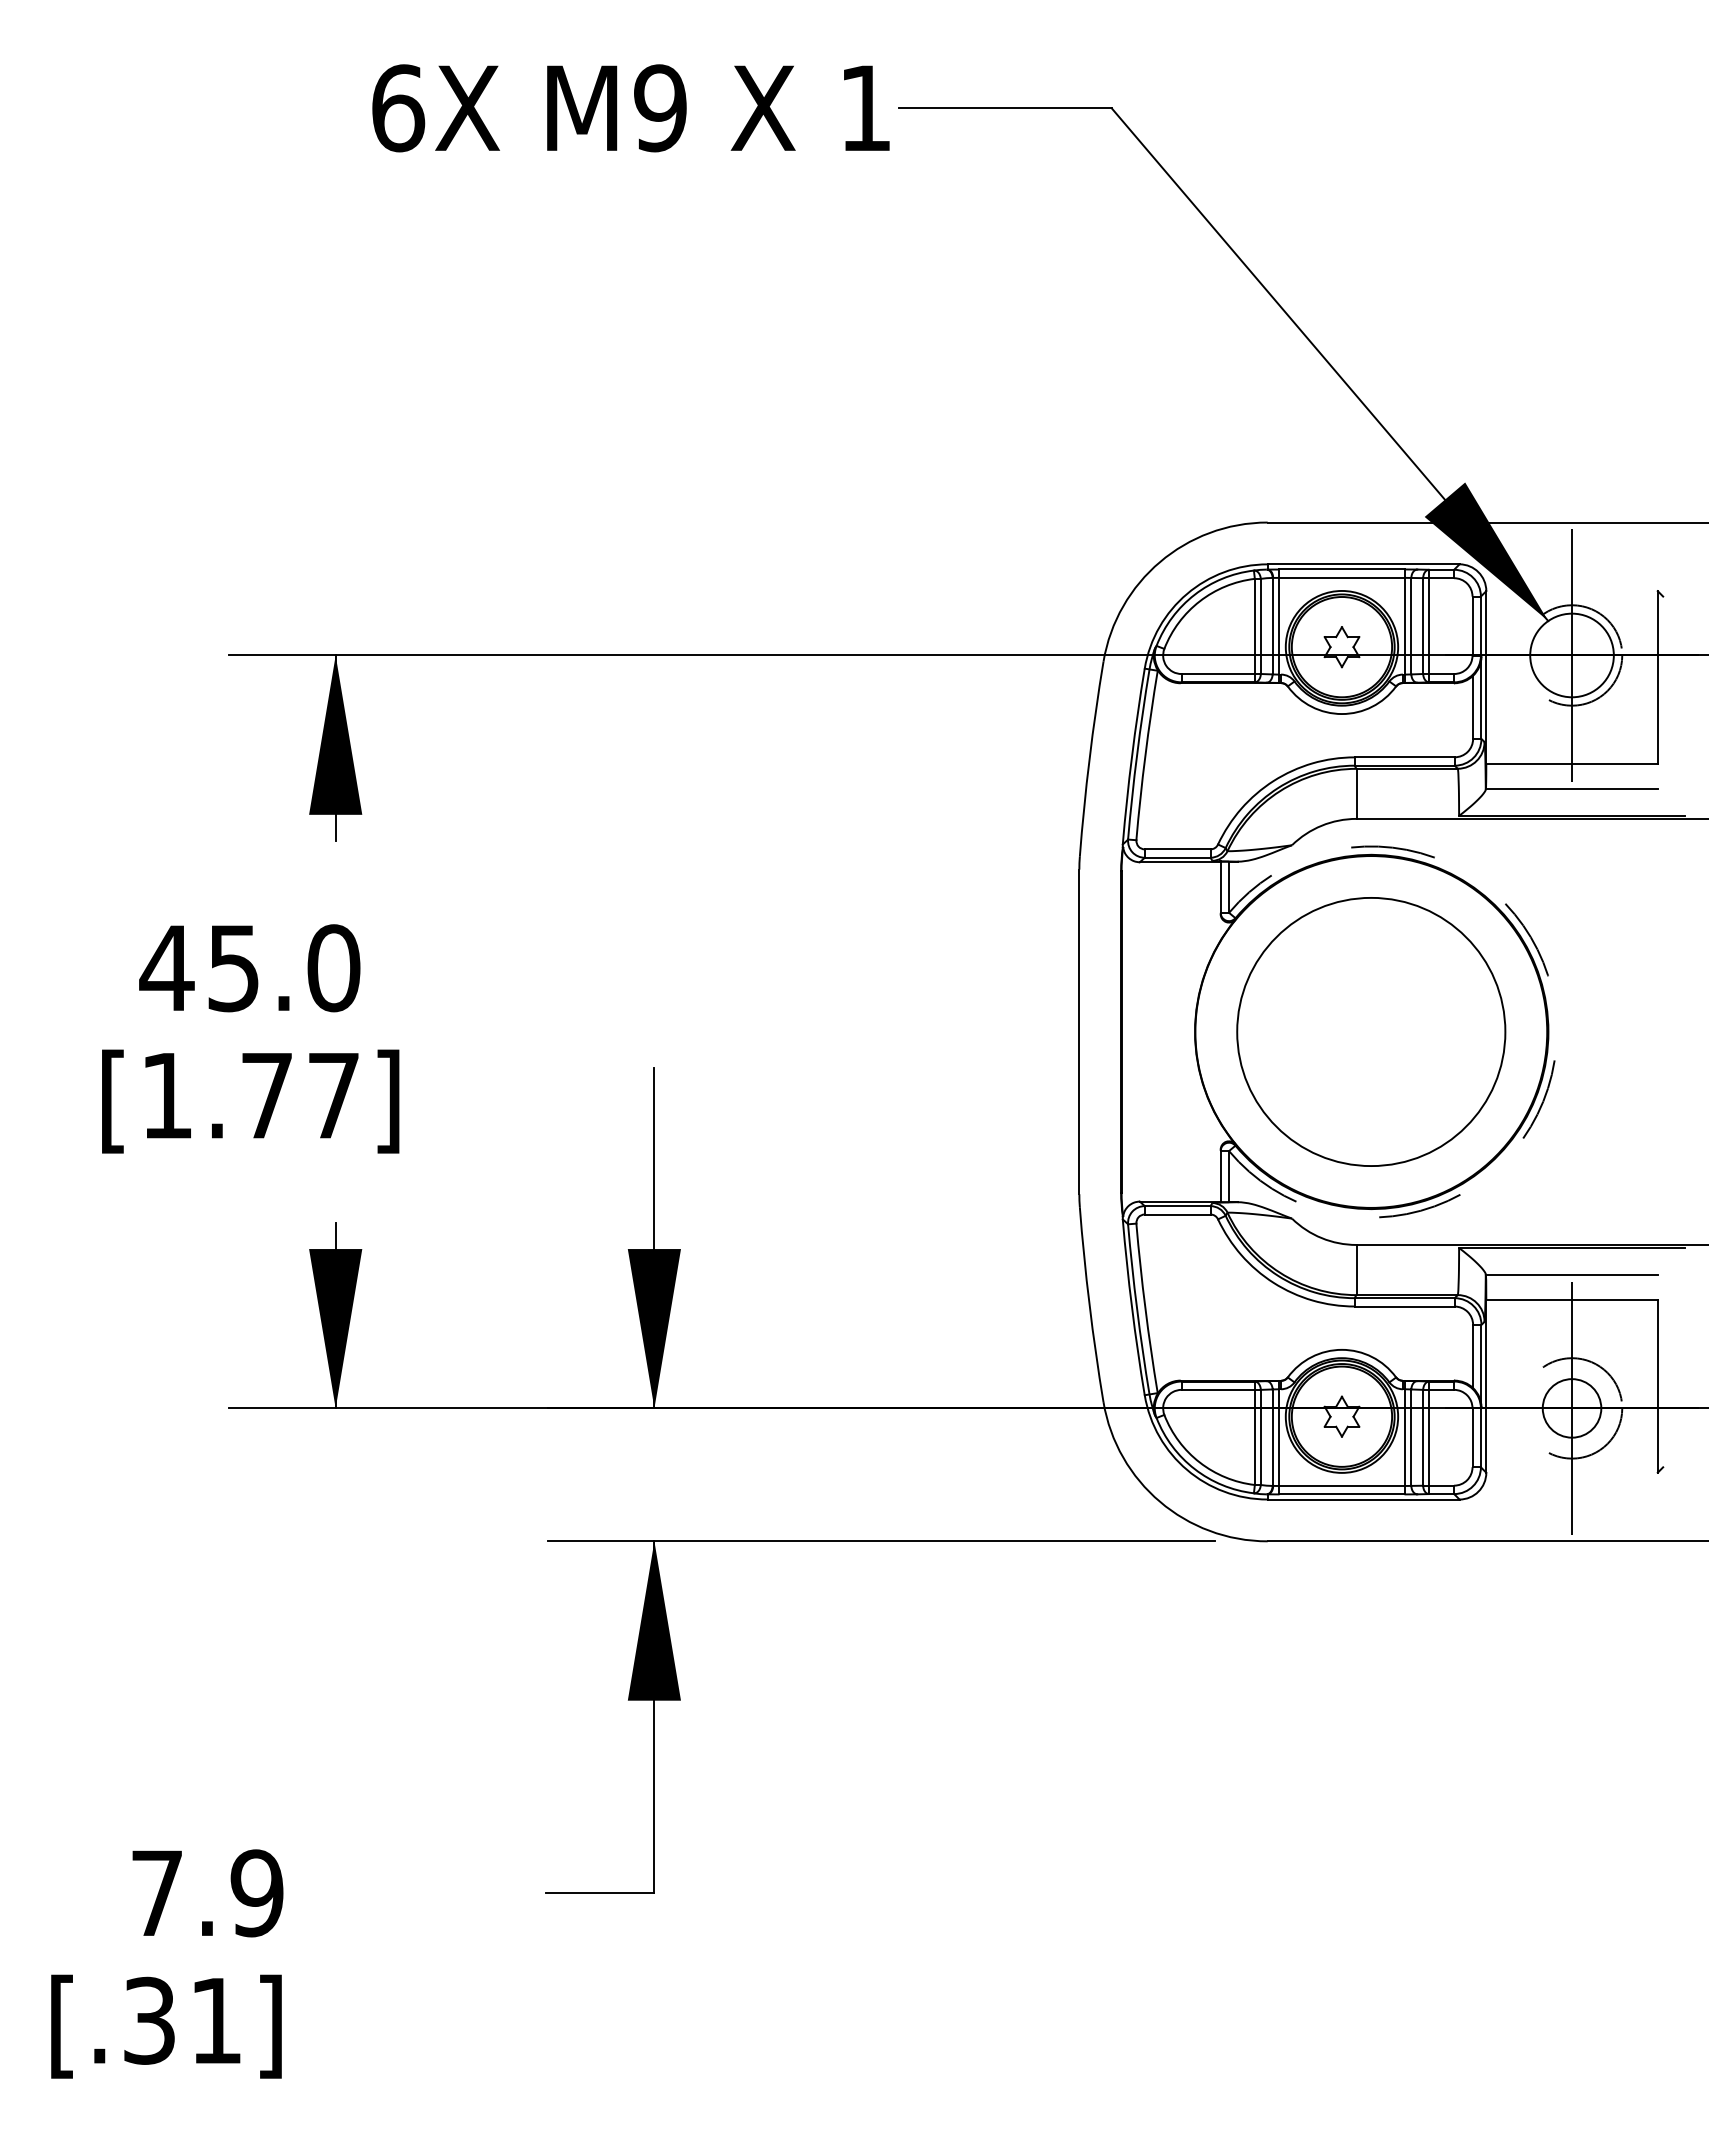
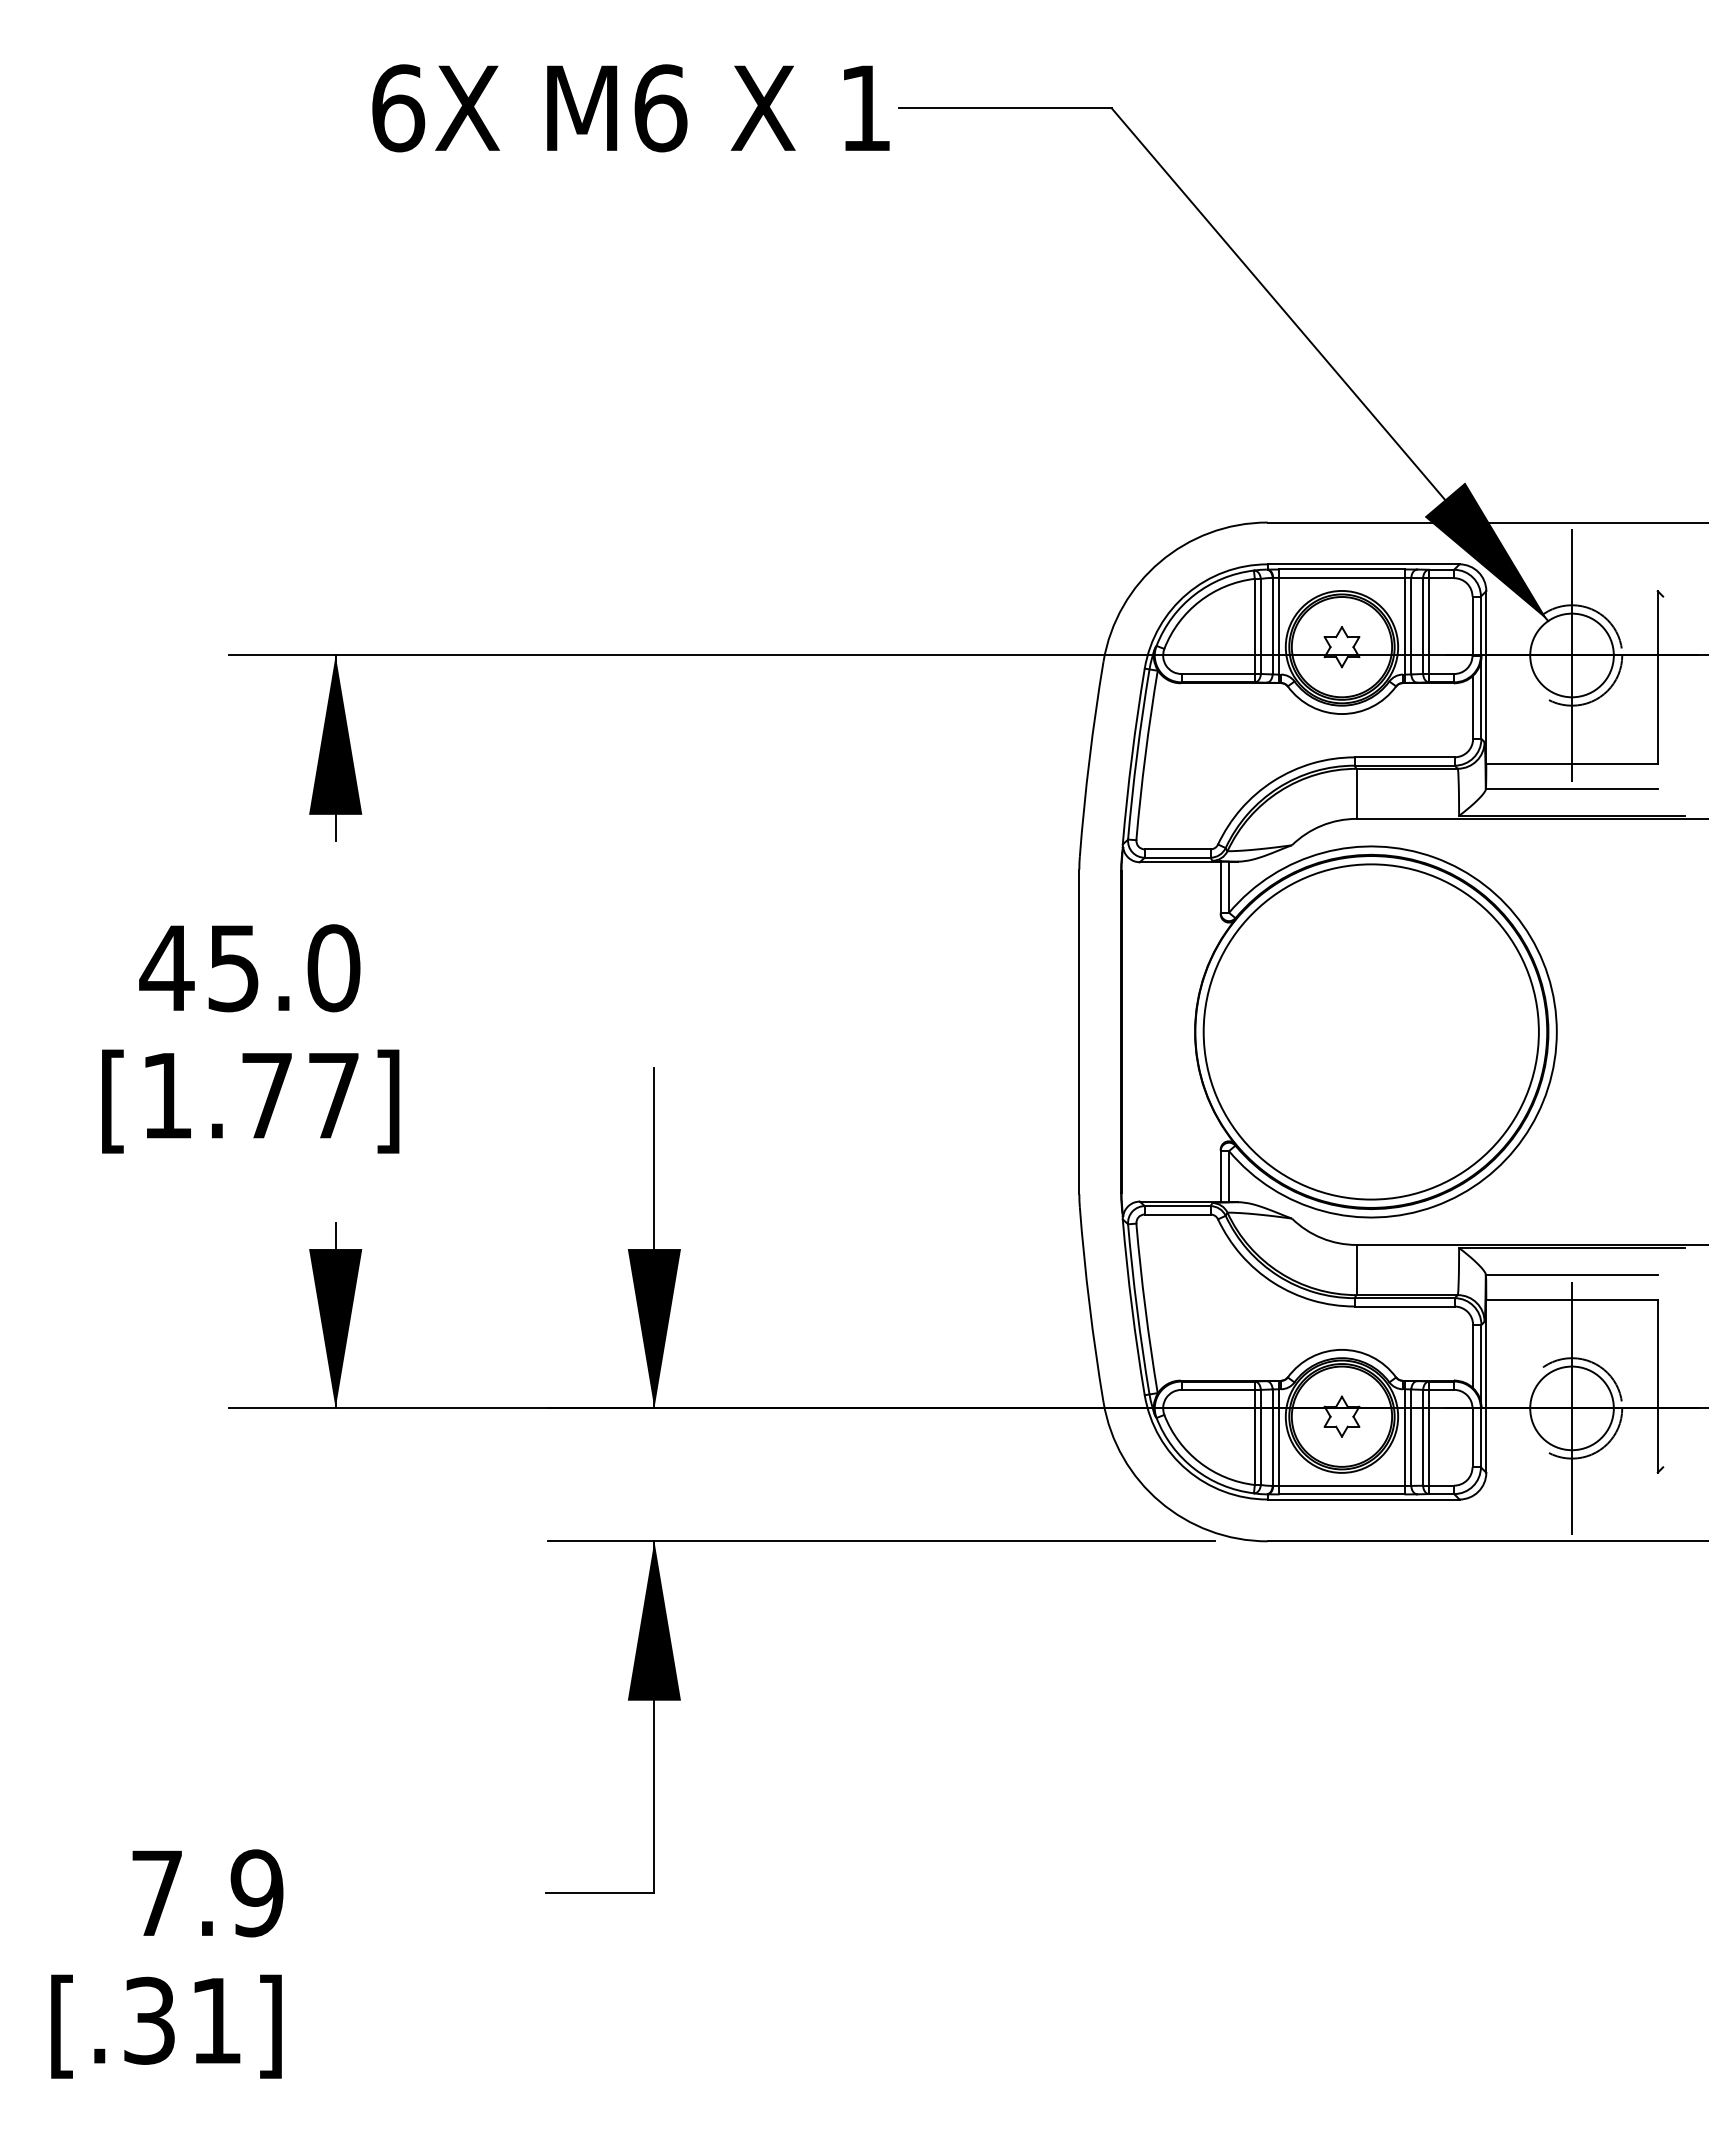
text at (660, 108): M9 -> M6
circle at (1371, 1031) diameter: 268 px -> 335 px
arc at (1556, 1031): dashed -> solid
circle at (1571, 1408) diameter: 59 px -> 84 px
